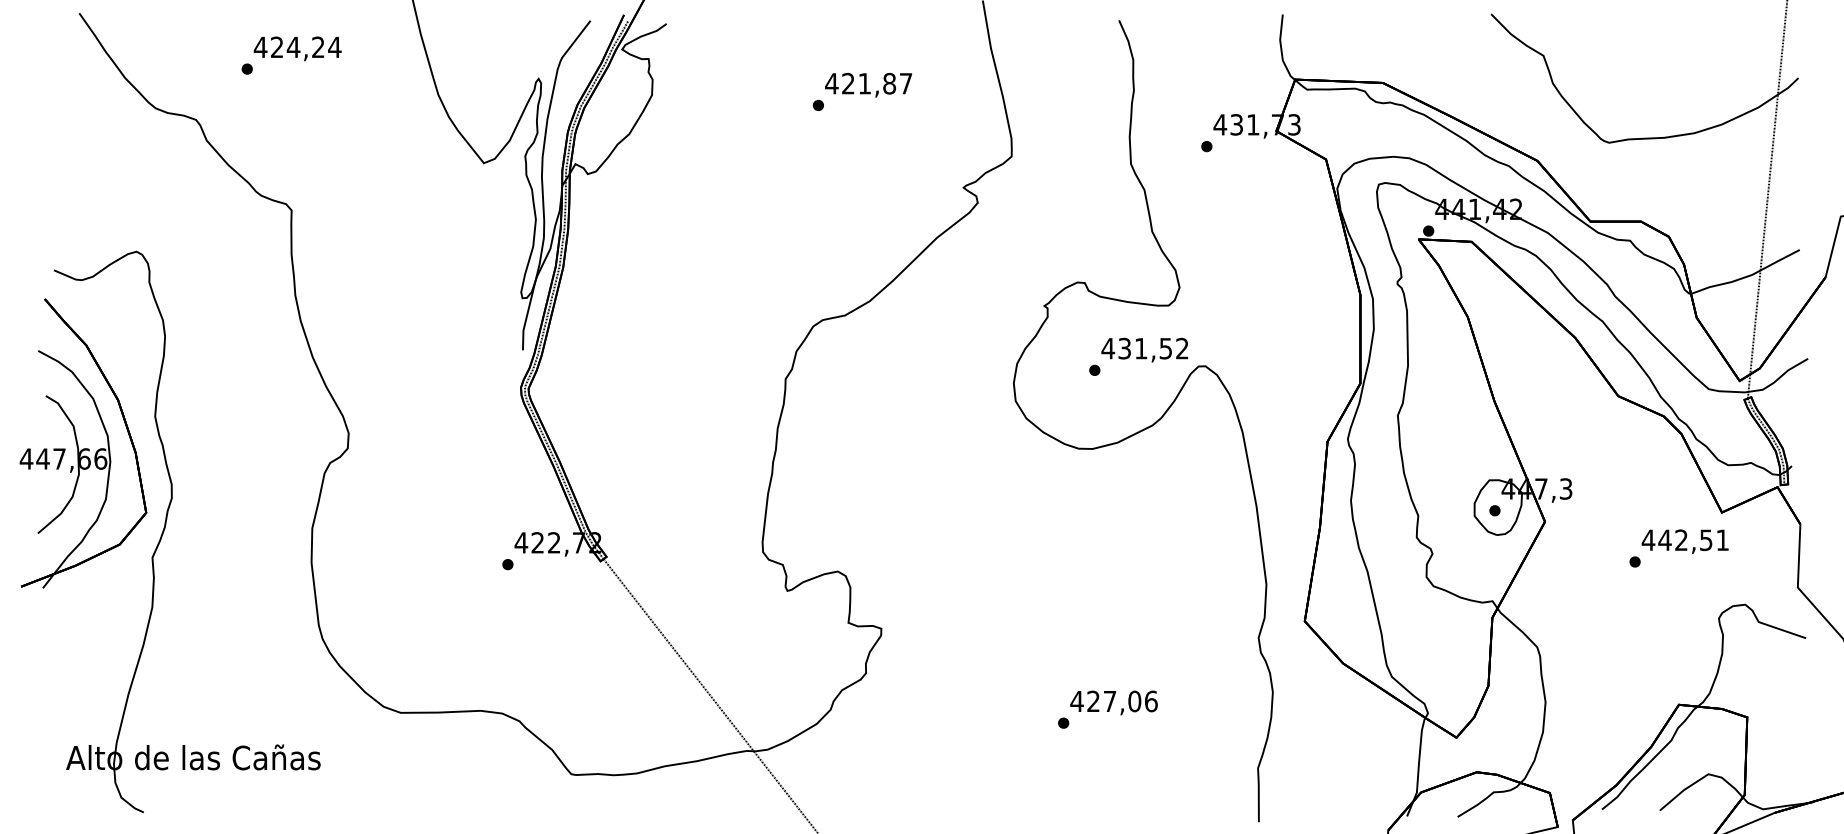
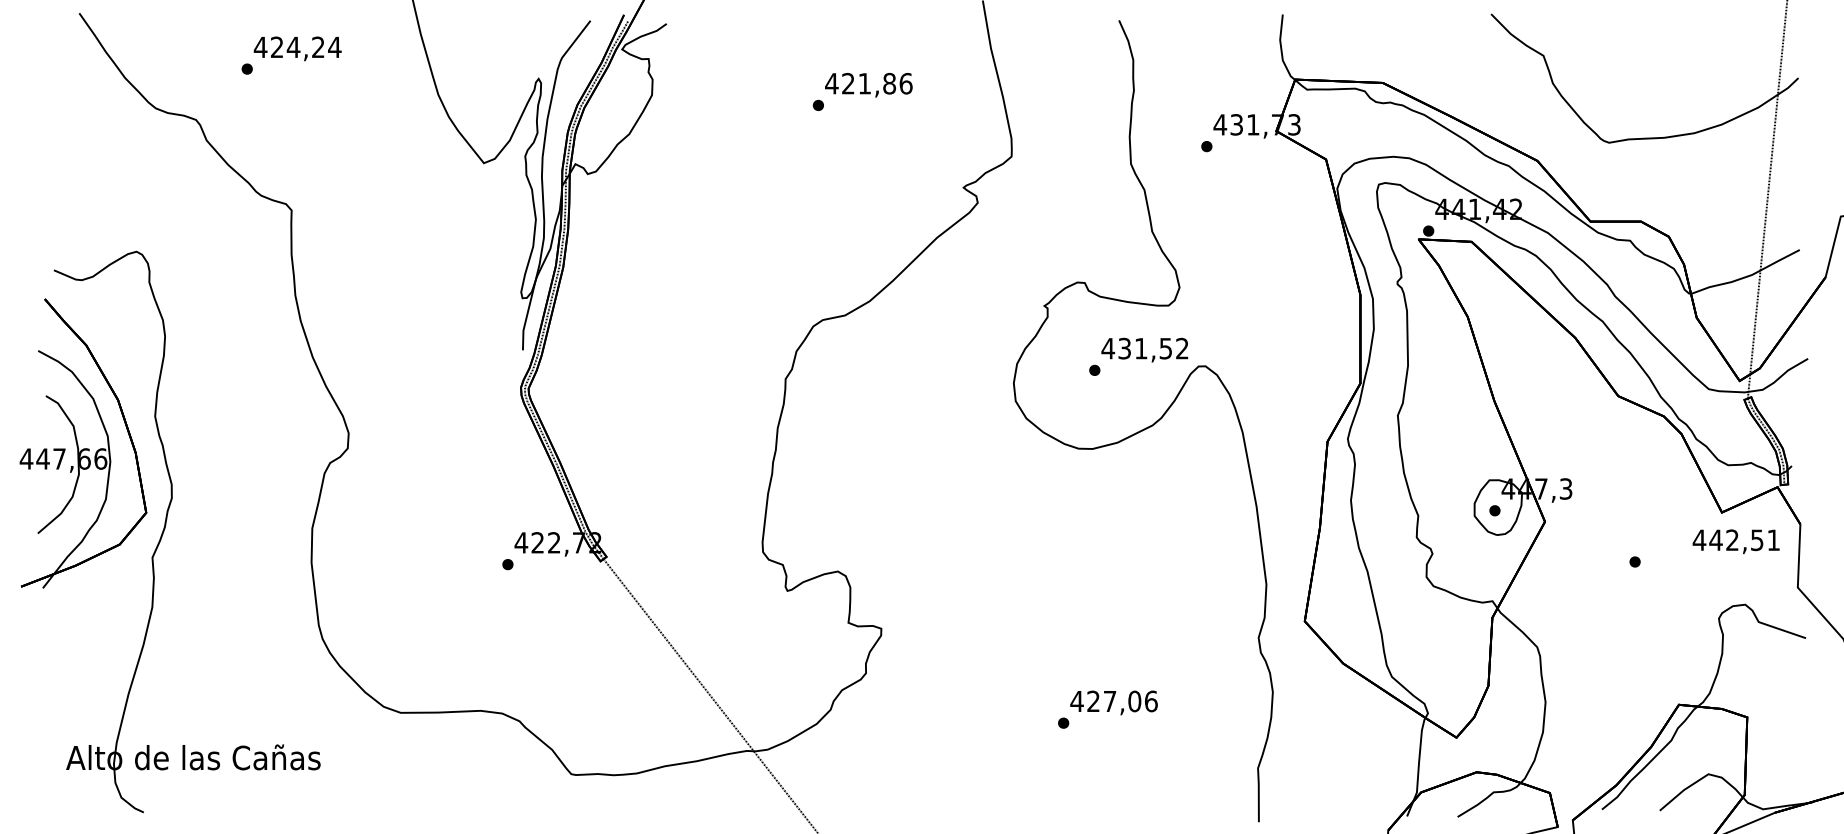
text at (905, 83): 421,87 -> 421,86
text at (1684, 541) position: (1684, 541) -> (1735, 541)
